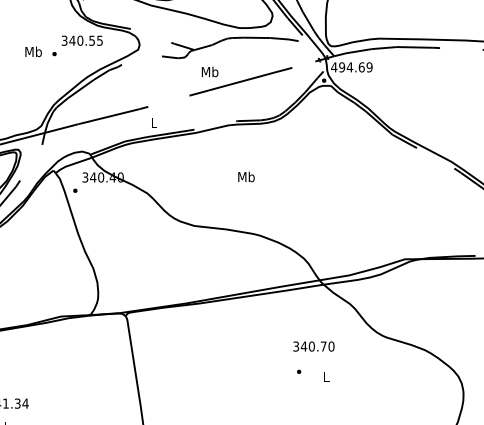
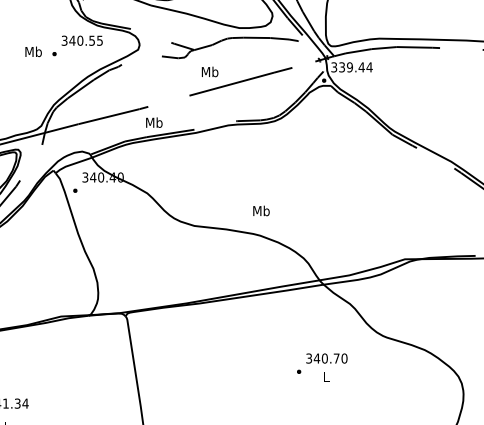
text at (351, 67): 494.69 -> 339.44
text at (154, 122): L -> Mb
text at (246, 176) position: (246, 176) -> (261, 210)
text at (313, 346) position: (313, 346) -> (326, 358)
